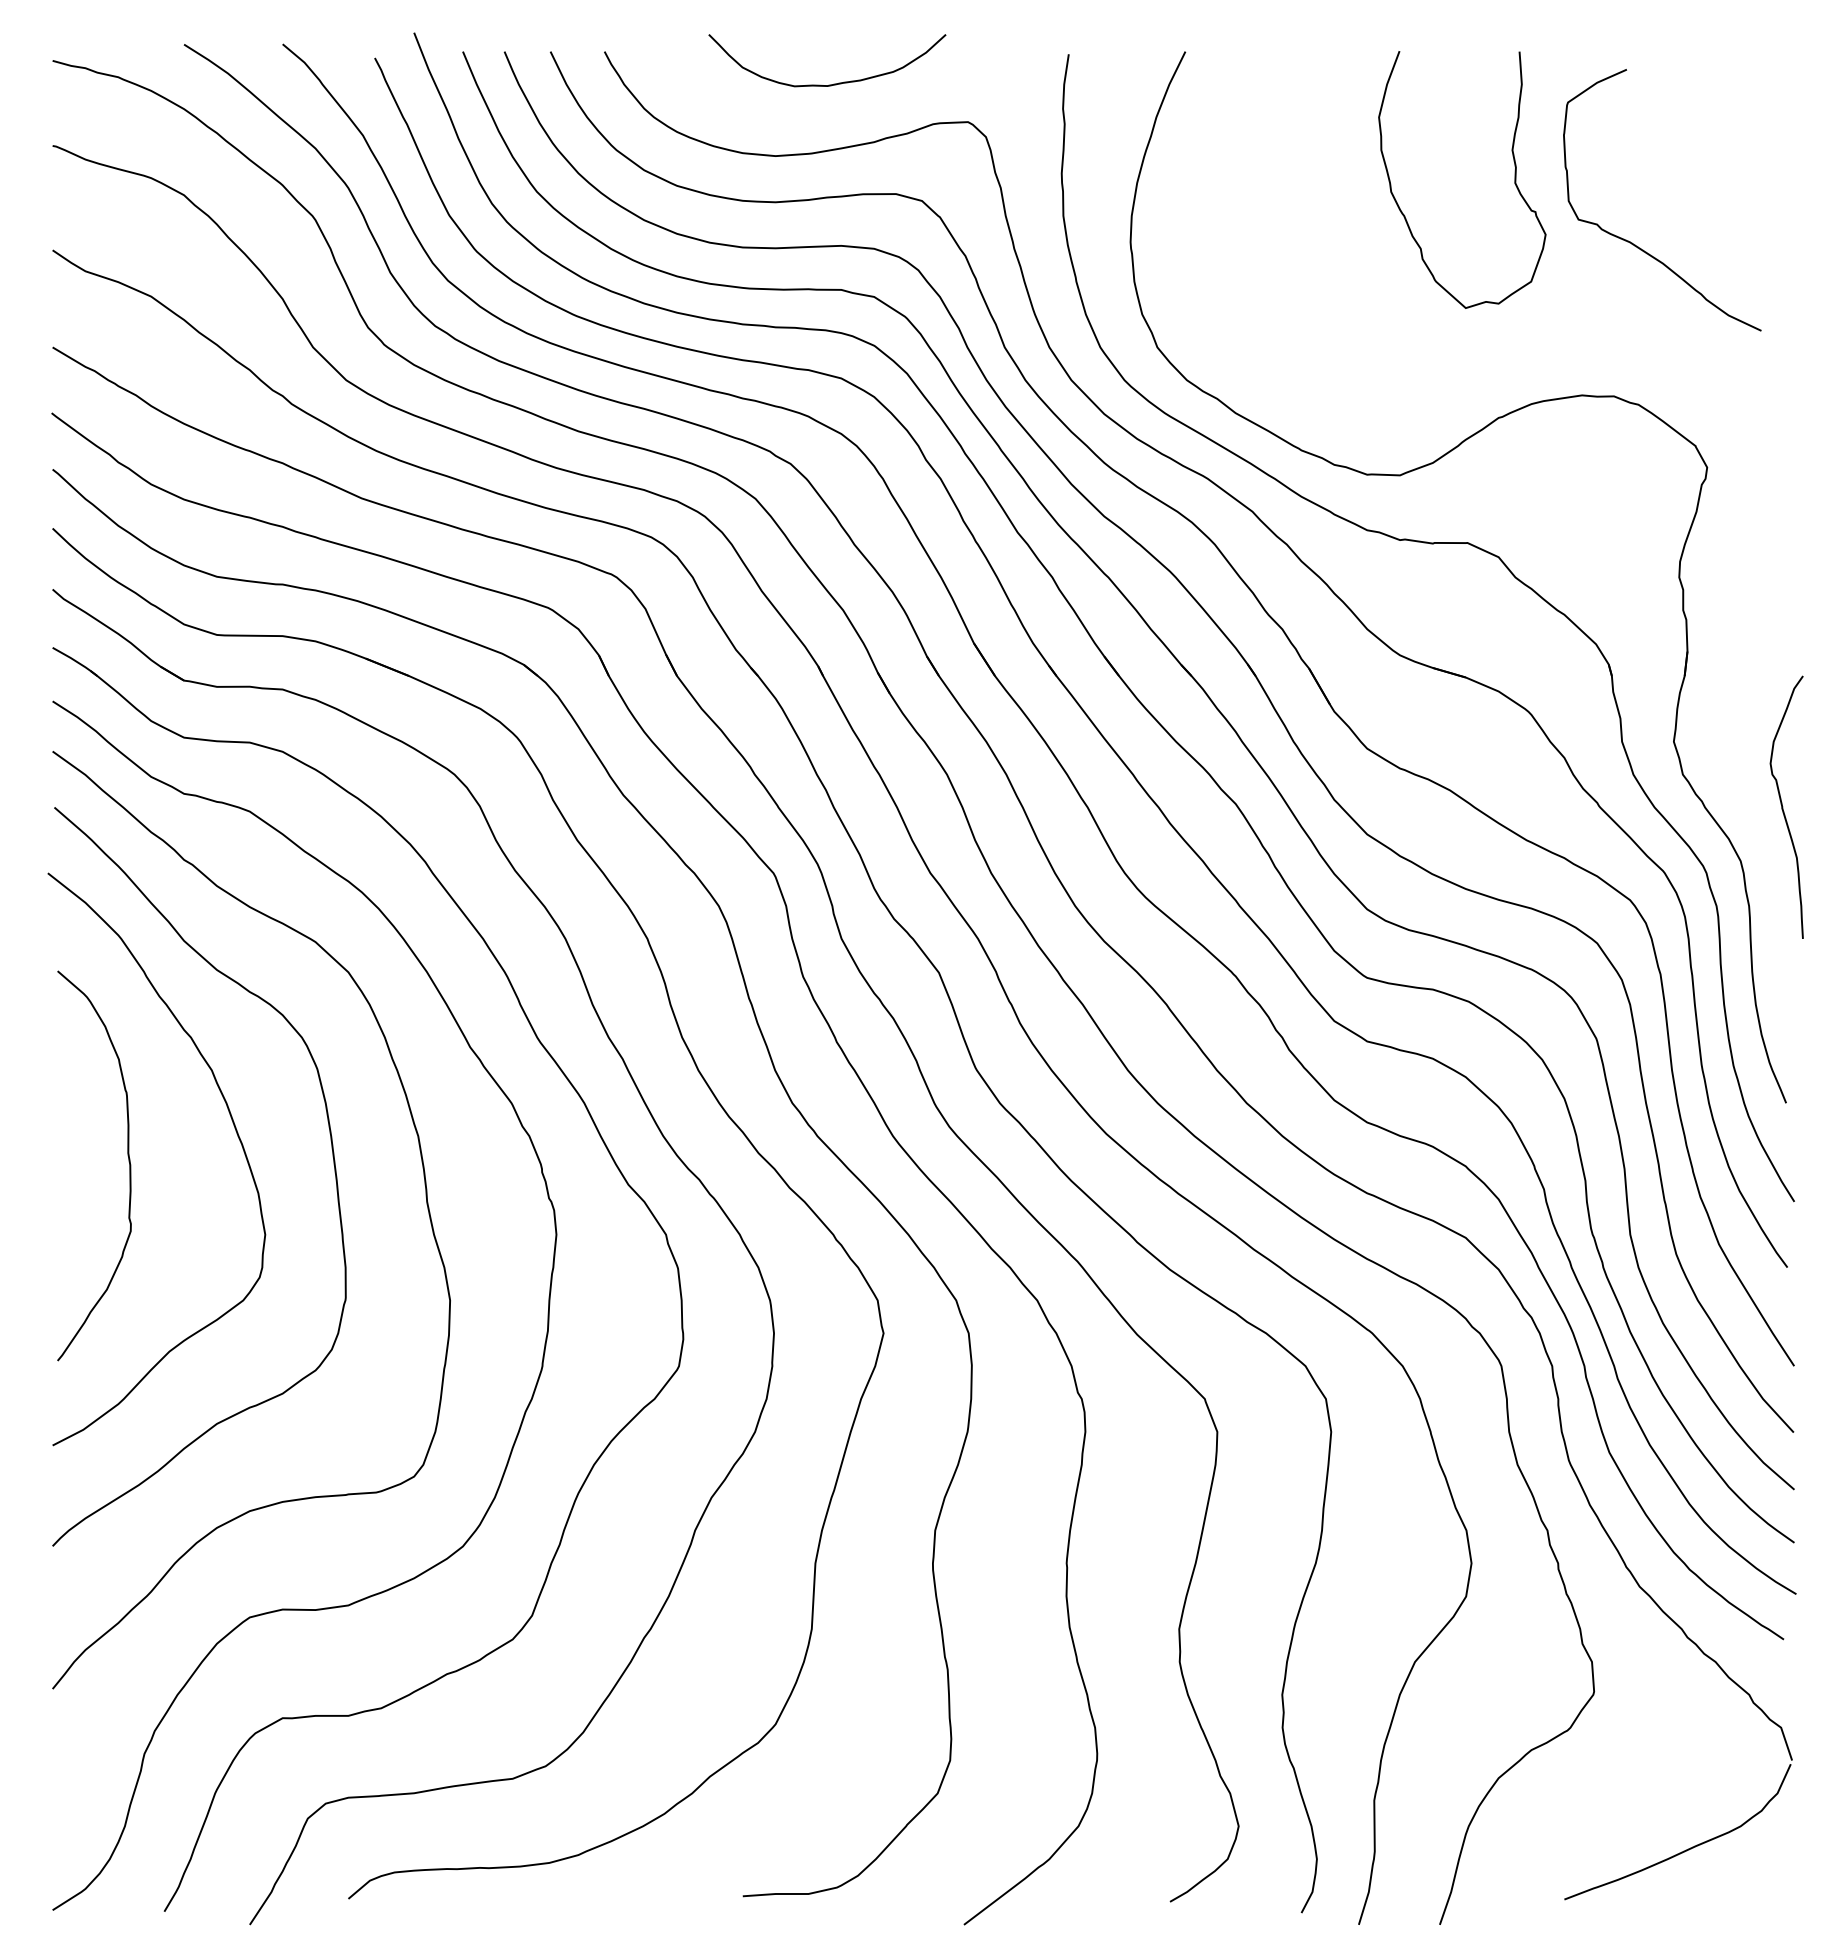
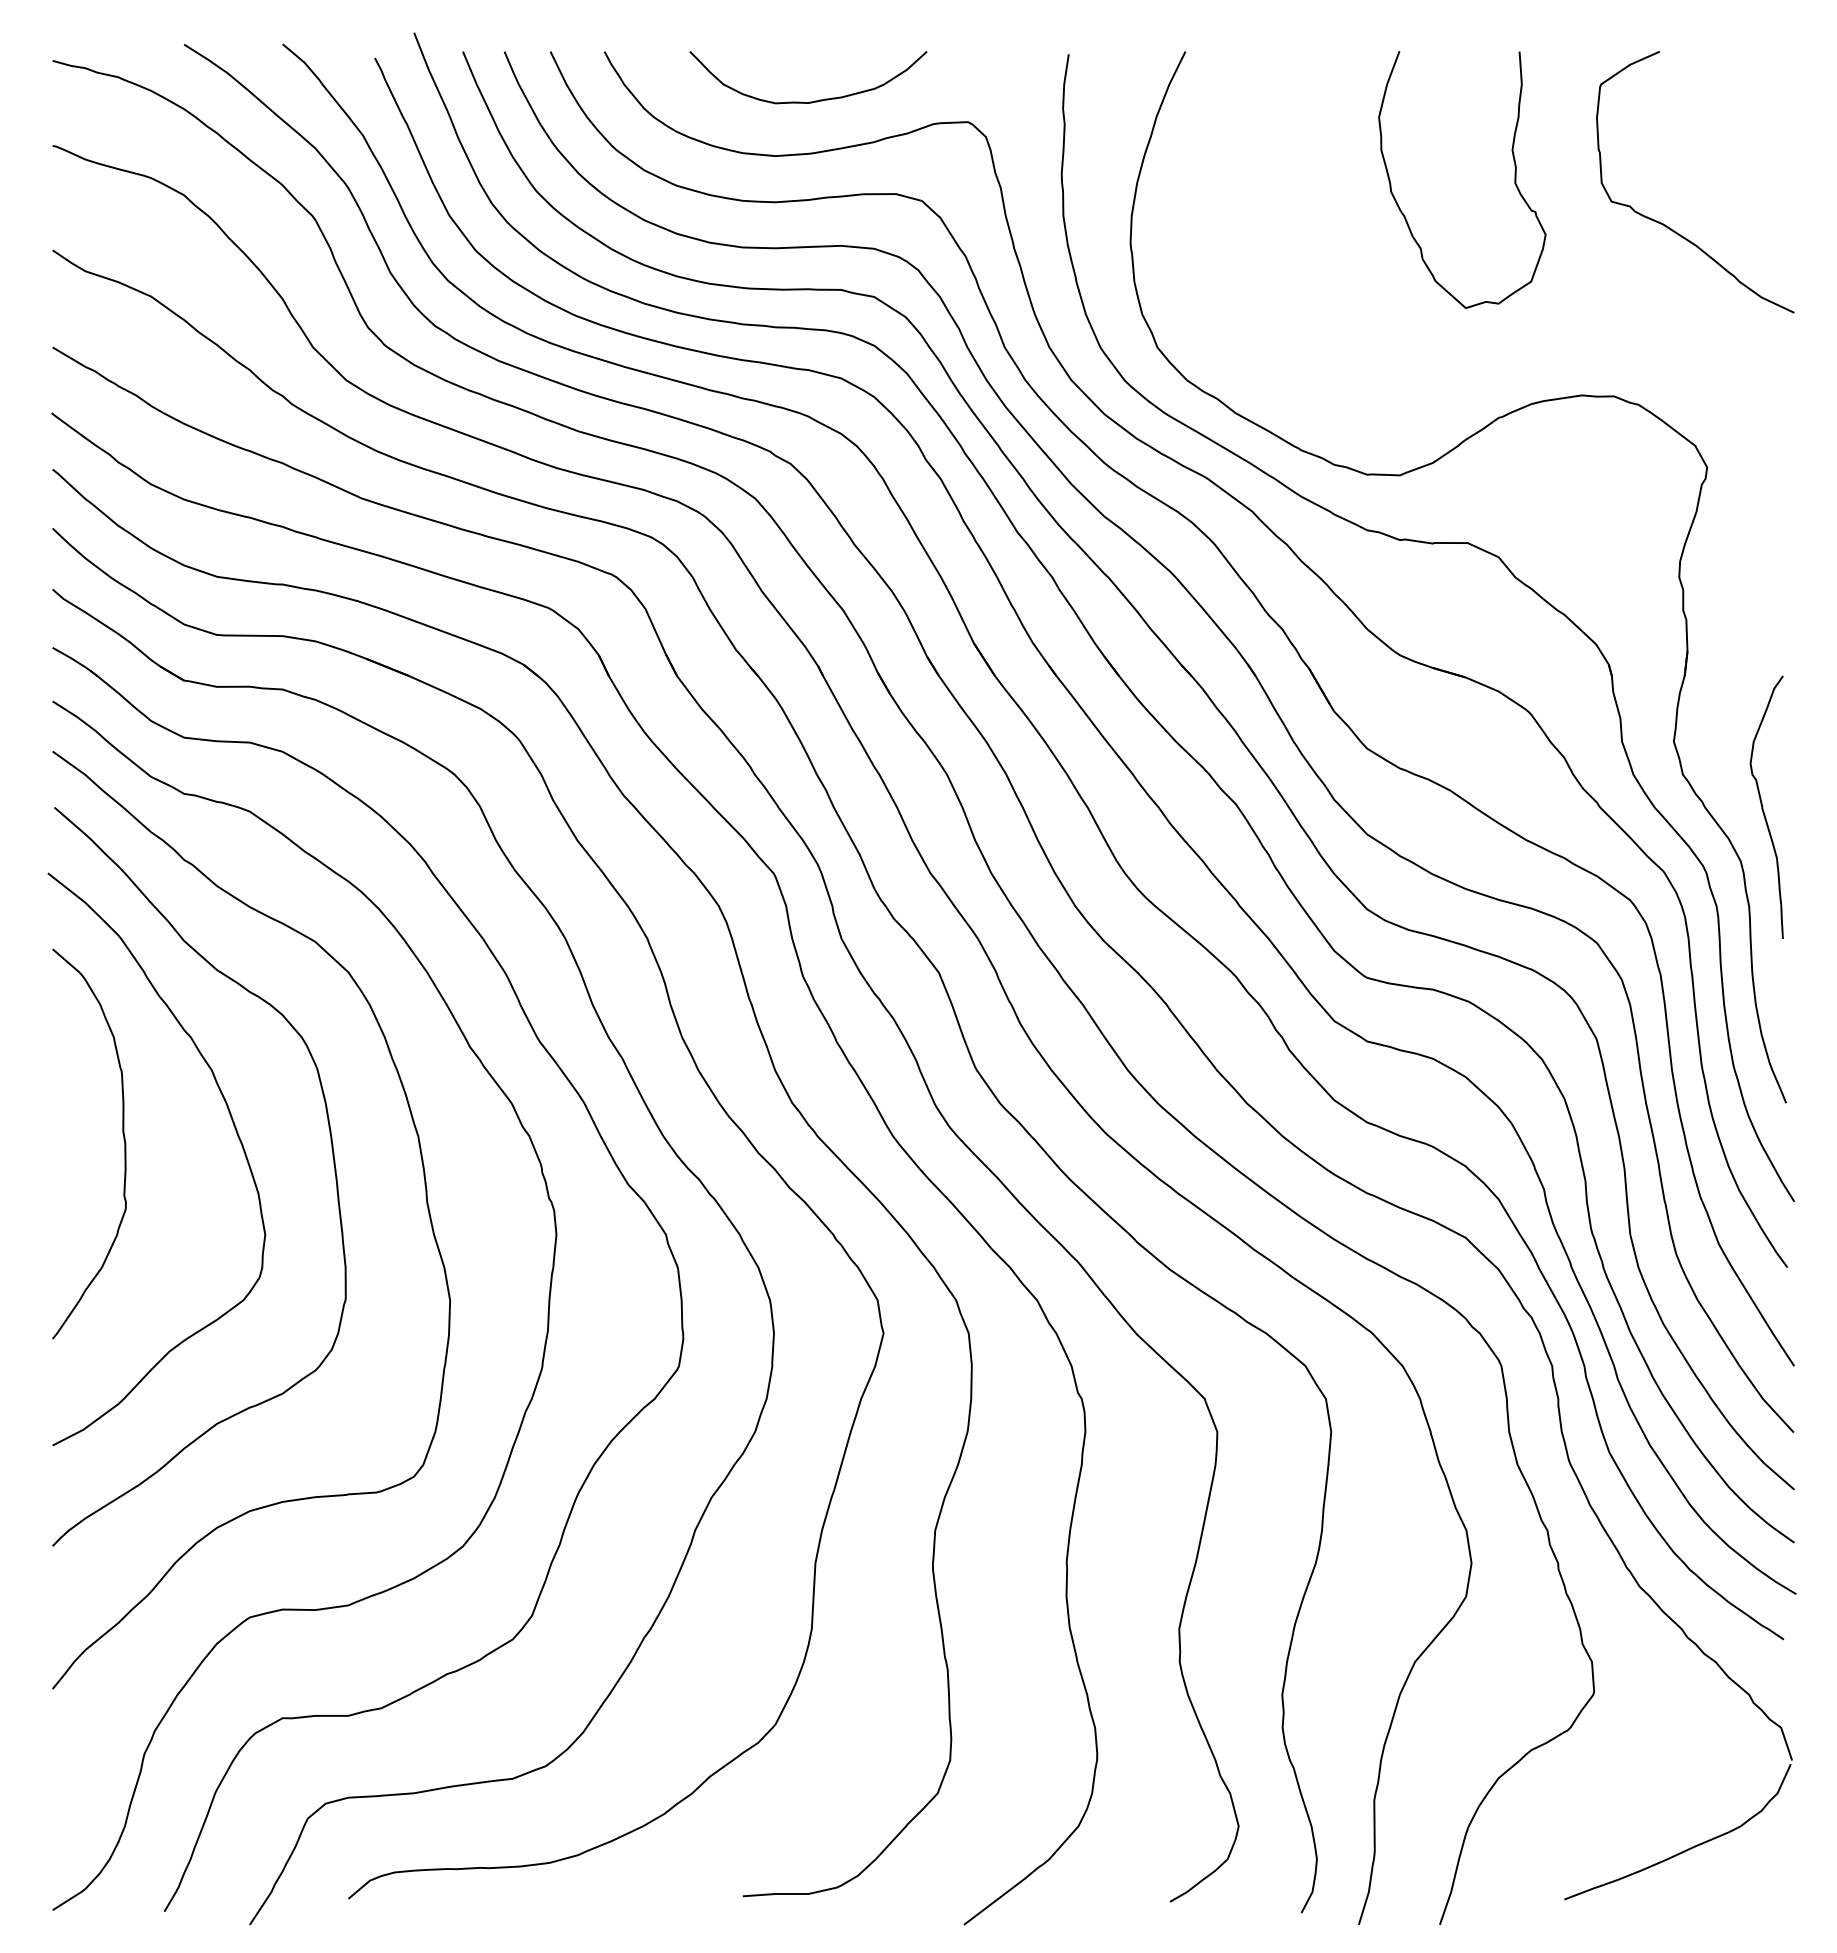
curve at (833, 83) position: (833, 83) -> (814, 100)
curve at (1632, 242) position: (1632, 242) -> (1665, 224)
curve at (1783, 806) position: (1783, 806) -> (1763, 806)
curve at (128, 1161) position: (128, 1161) -> (123, 1139)
